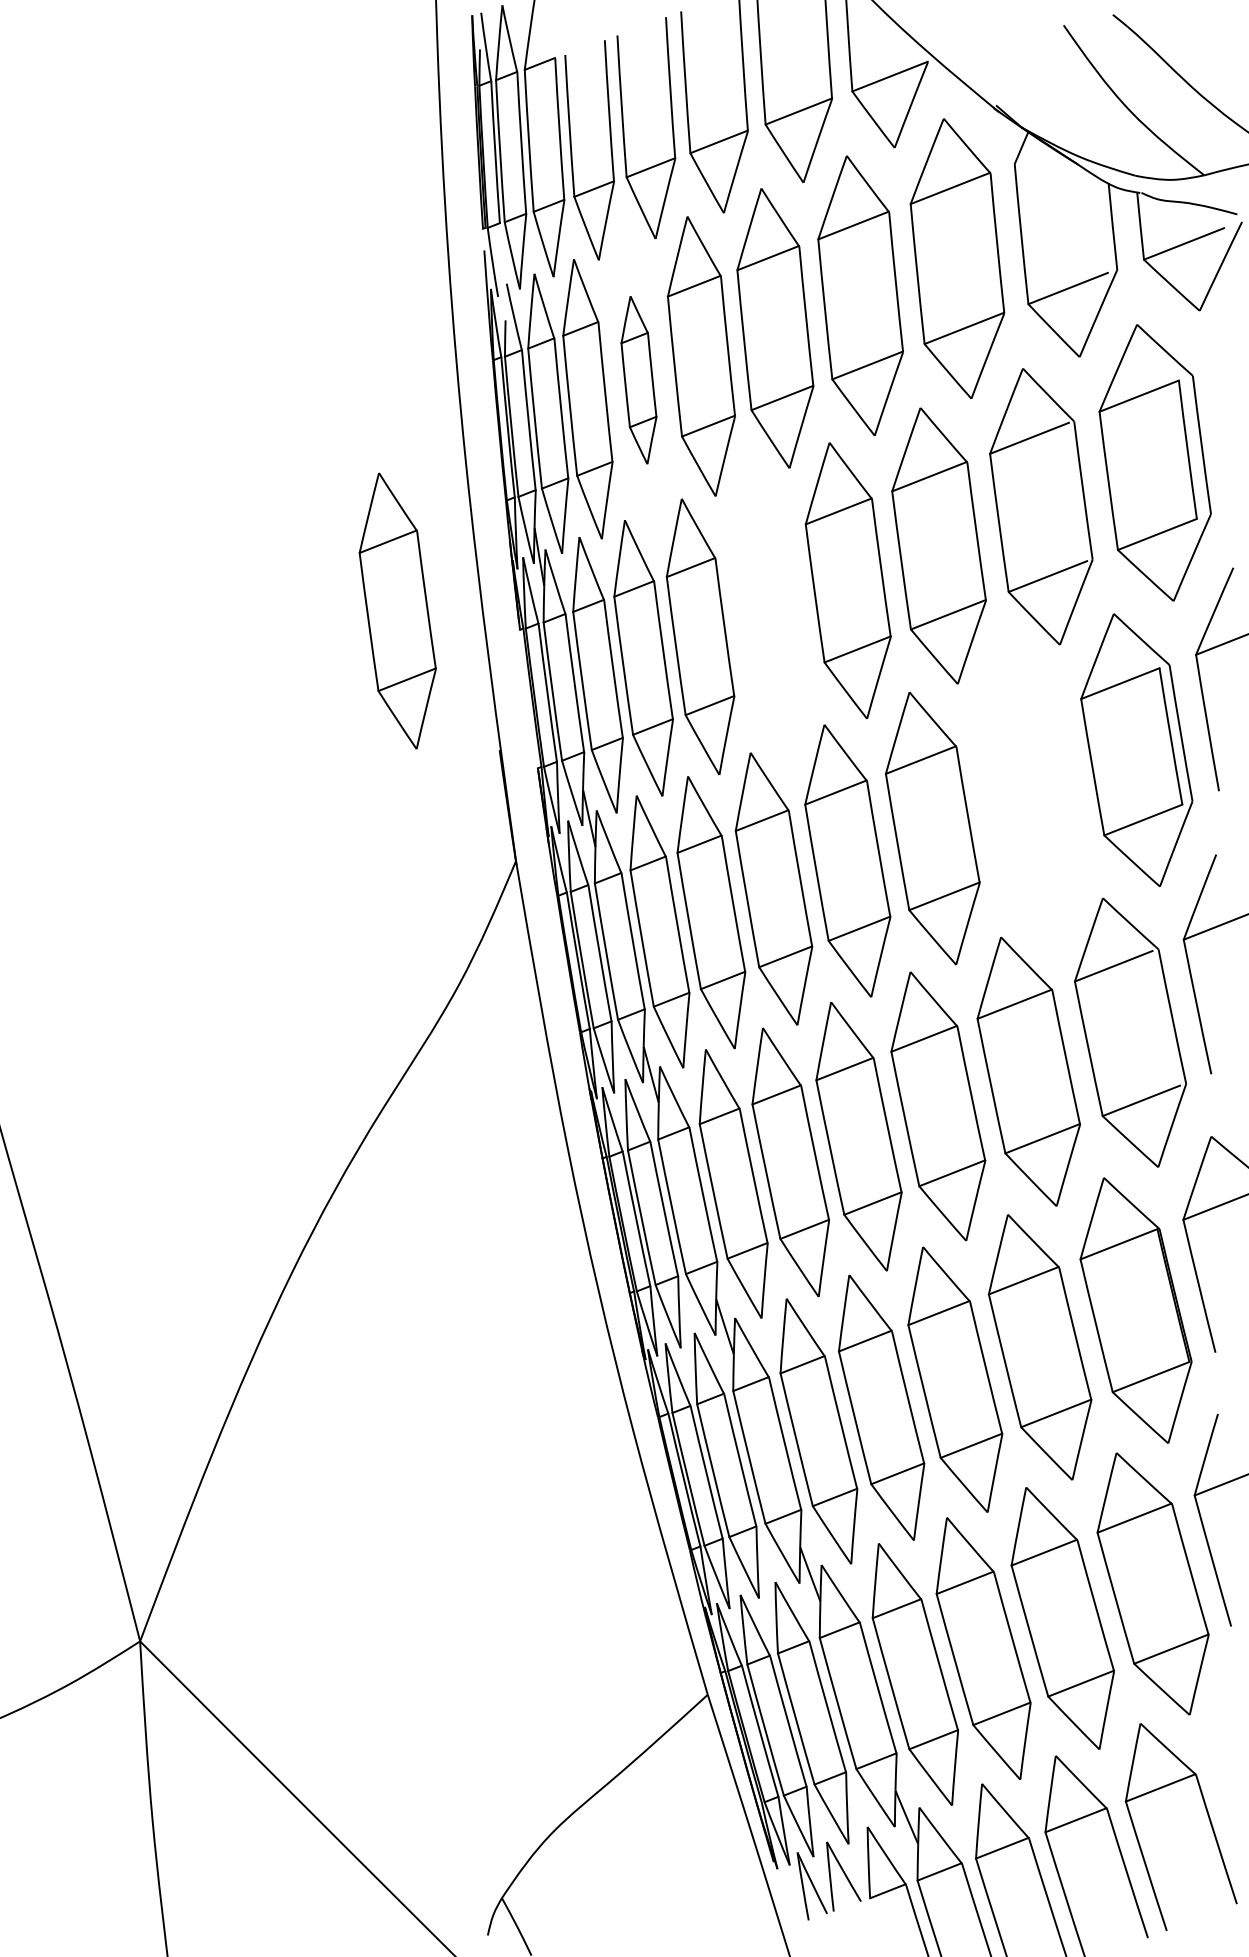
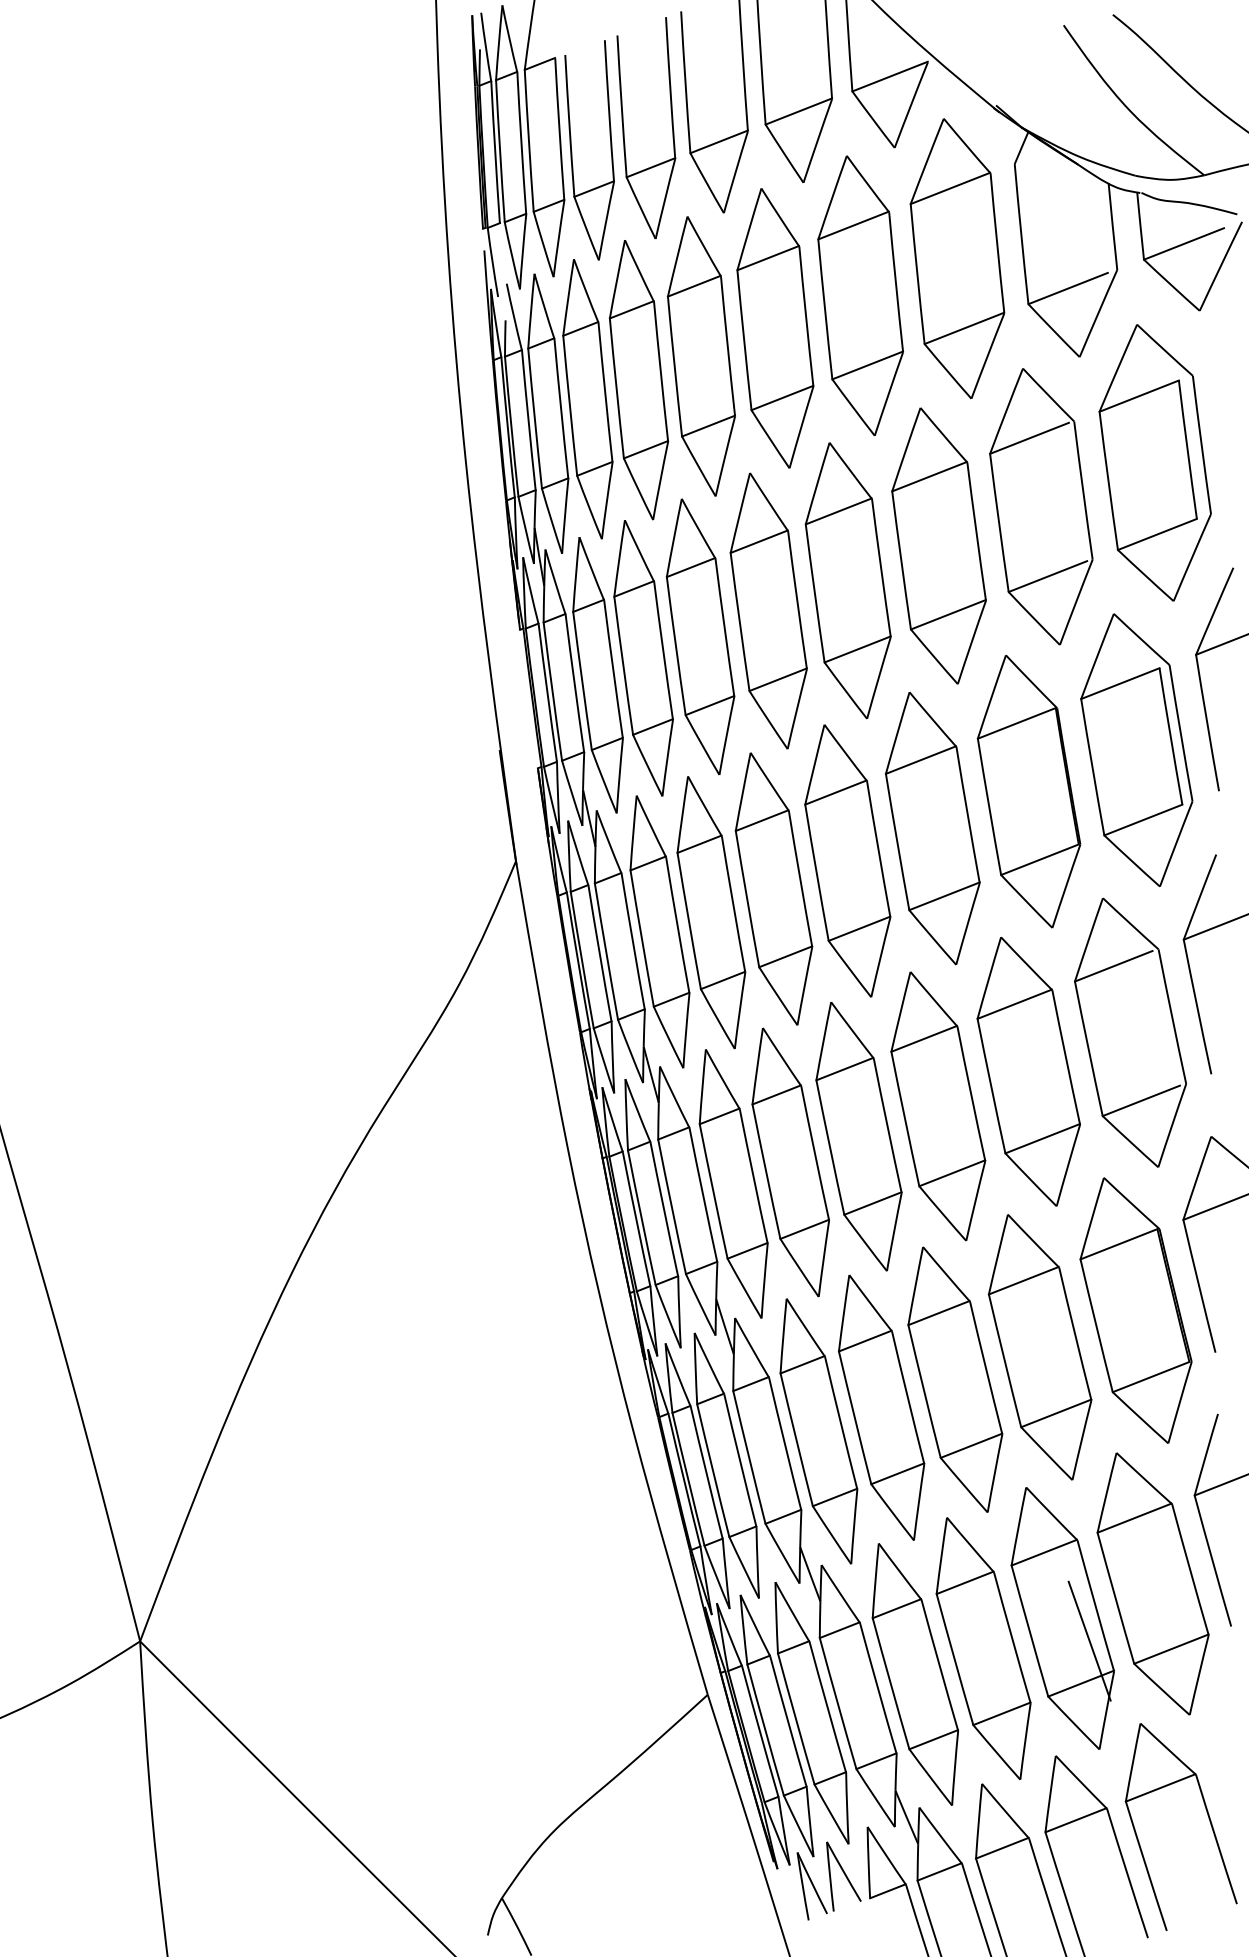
part at (638, 380) size: 38x169 px -> 62x281 px
part at (397, 610) position: (397, 610) -> (768, 610)
part at (1028, 791): none -> present
line at (1089, 1640): none -> present
